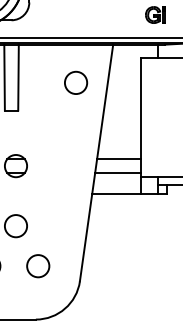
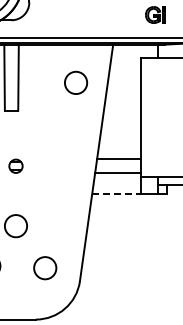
part at (15, 166) size: 24x25 px -> 16x16 px
line at (116, 193): solid -> dashed
circle at (38, 266) position: (38, 266) -> (45, 268)
